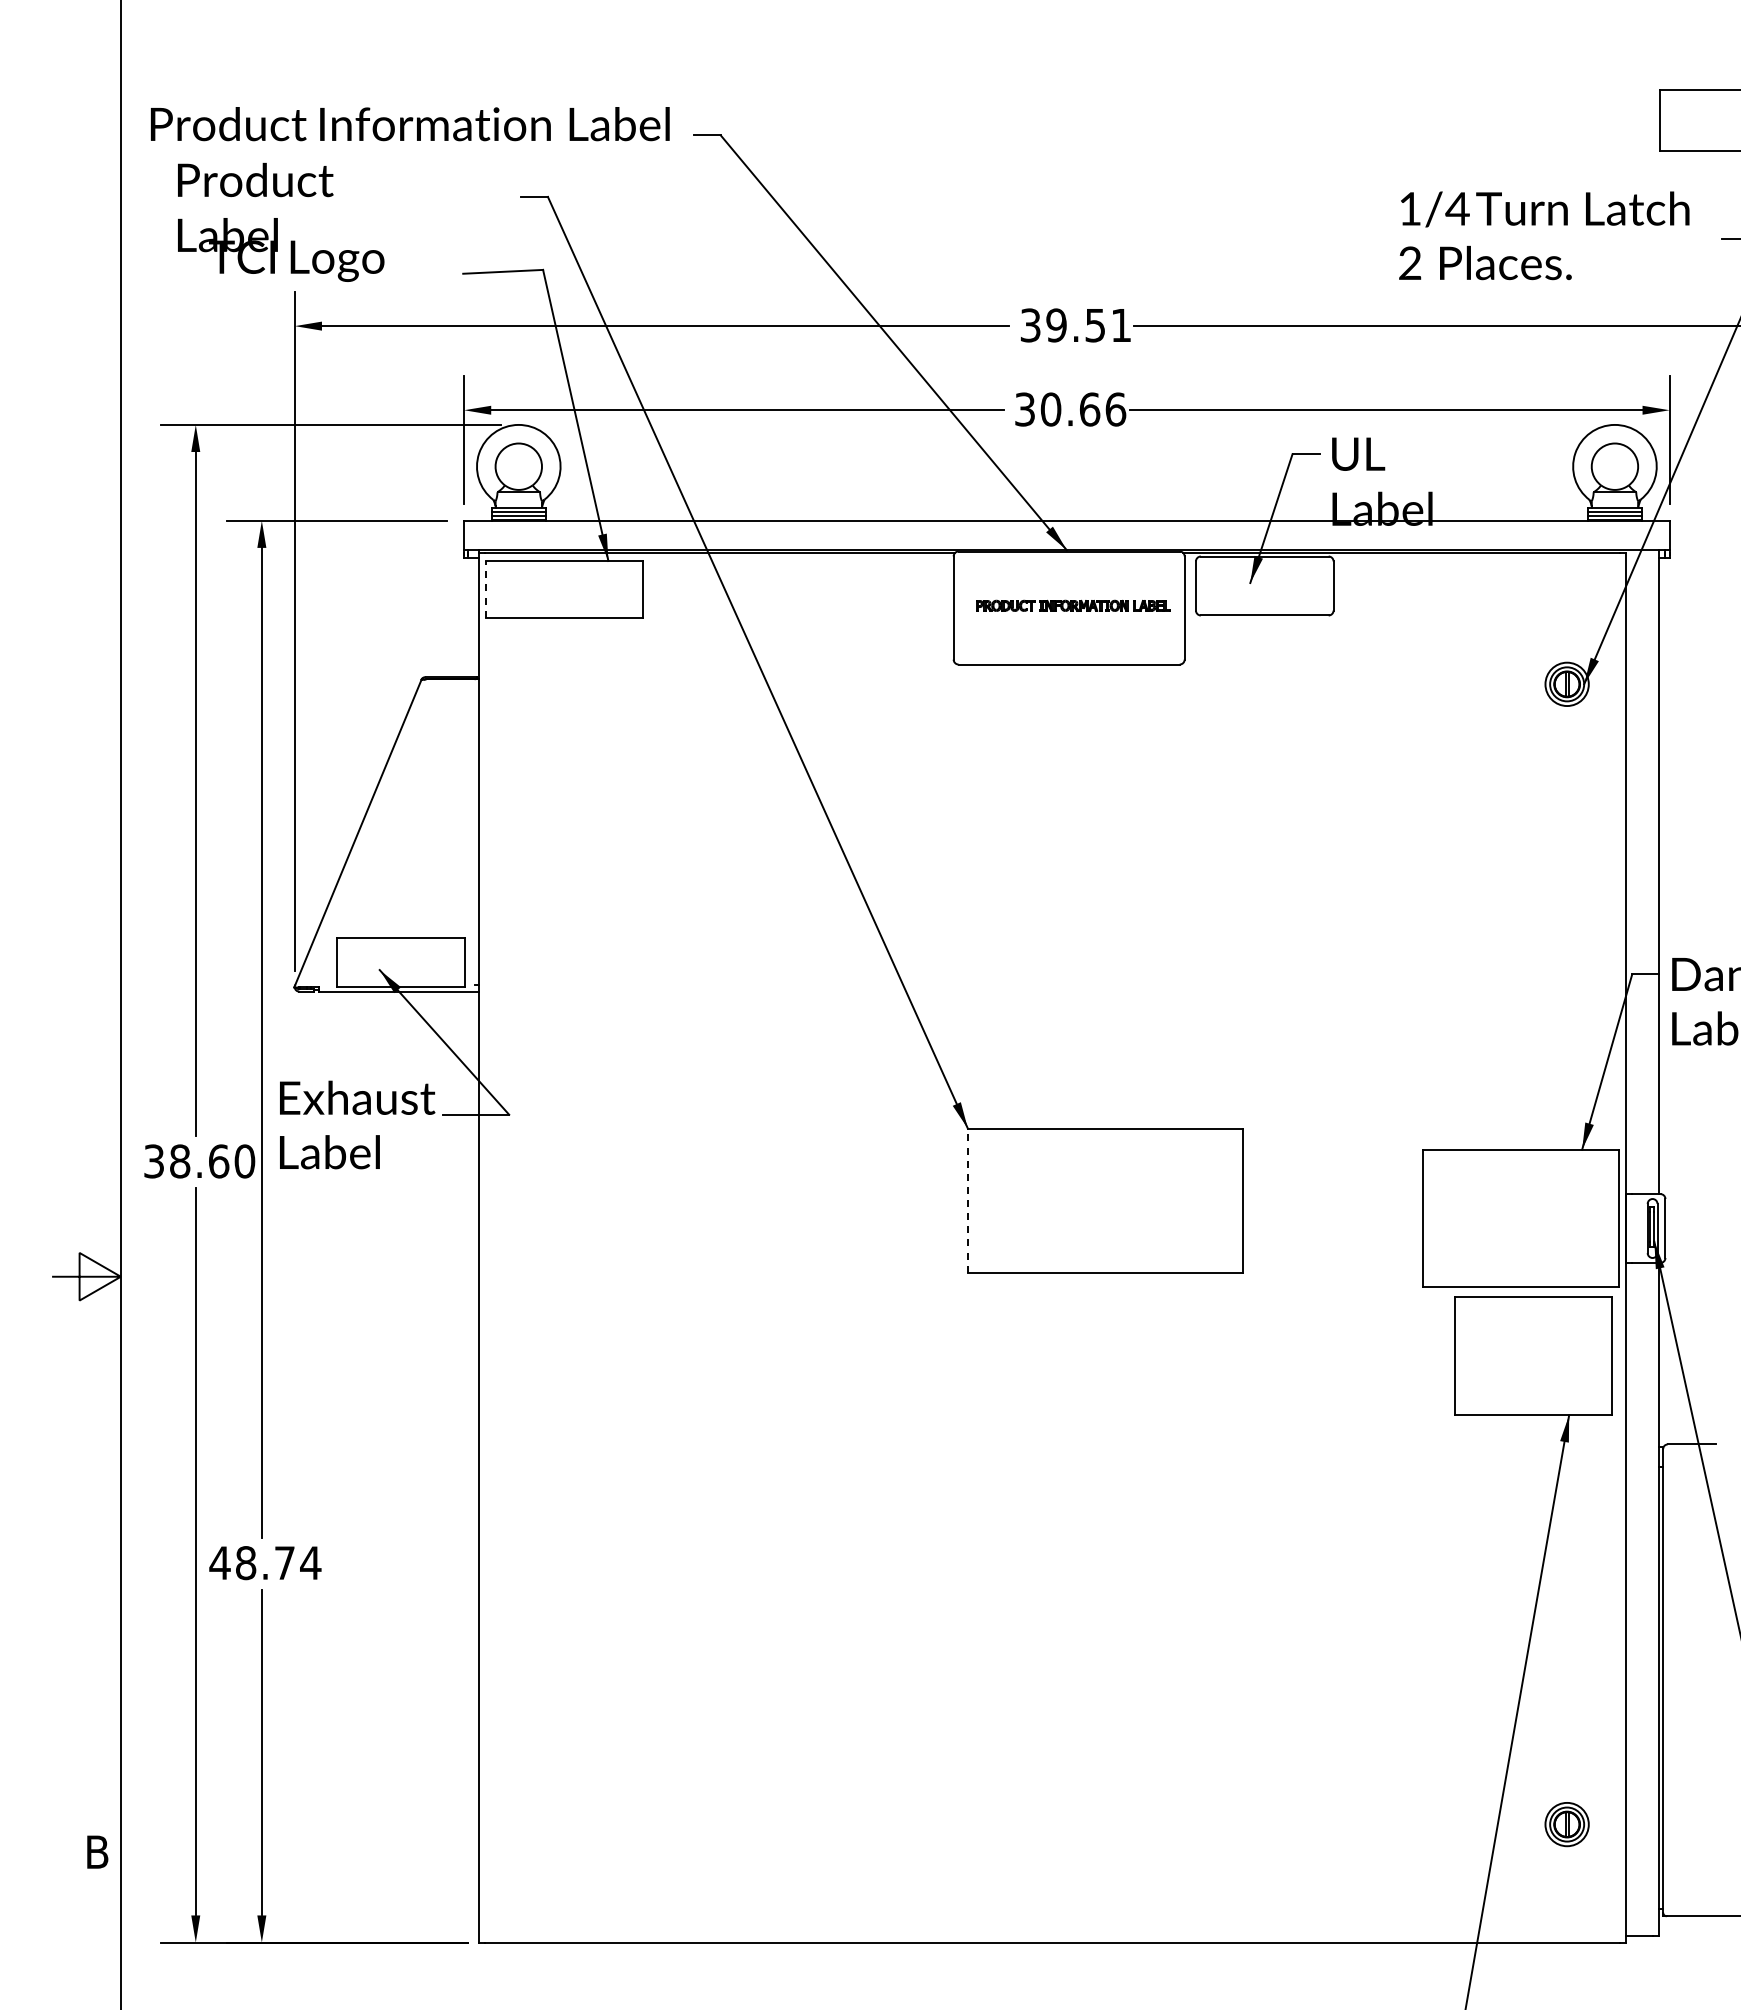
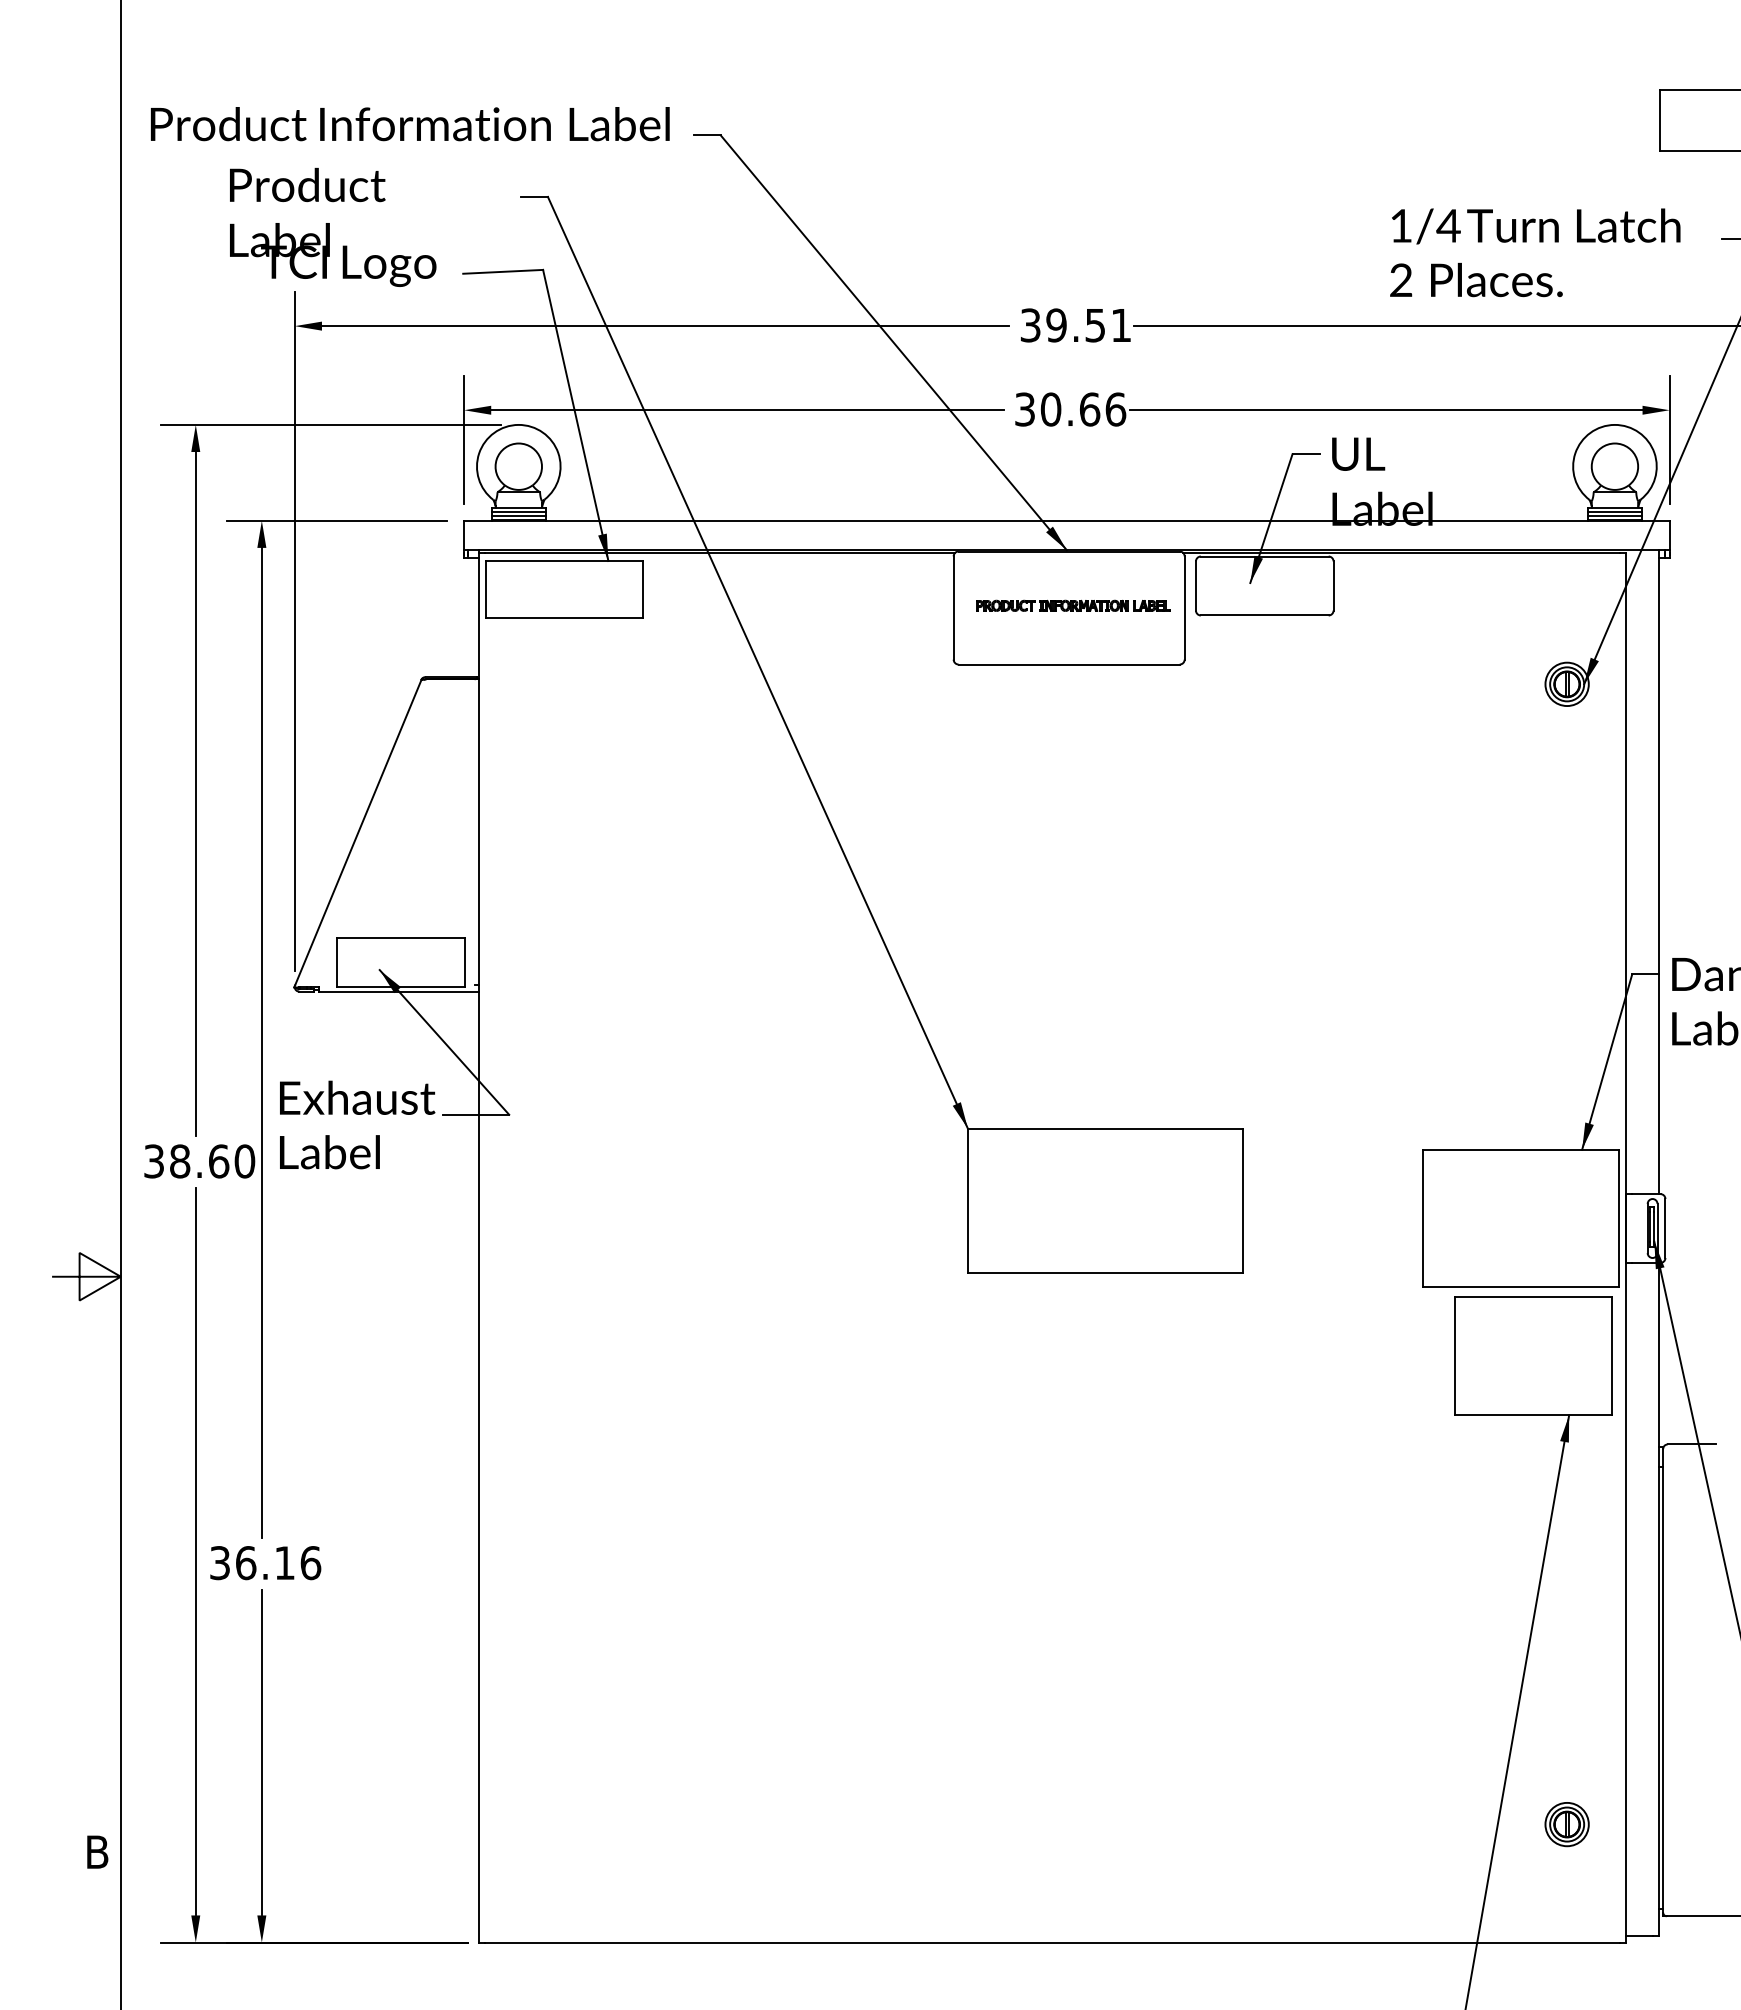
text at (281, 222) position: (281, 222) -> (333, 227)
text at (1544, 235) position: (1544, 235) -> (1535, 252)
line at (486, 588): dashed -> solid
line at (967, 1200): dashed -> solid
text at (265, 1563): 48.74 -> 36.16
